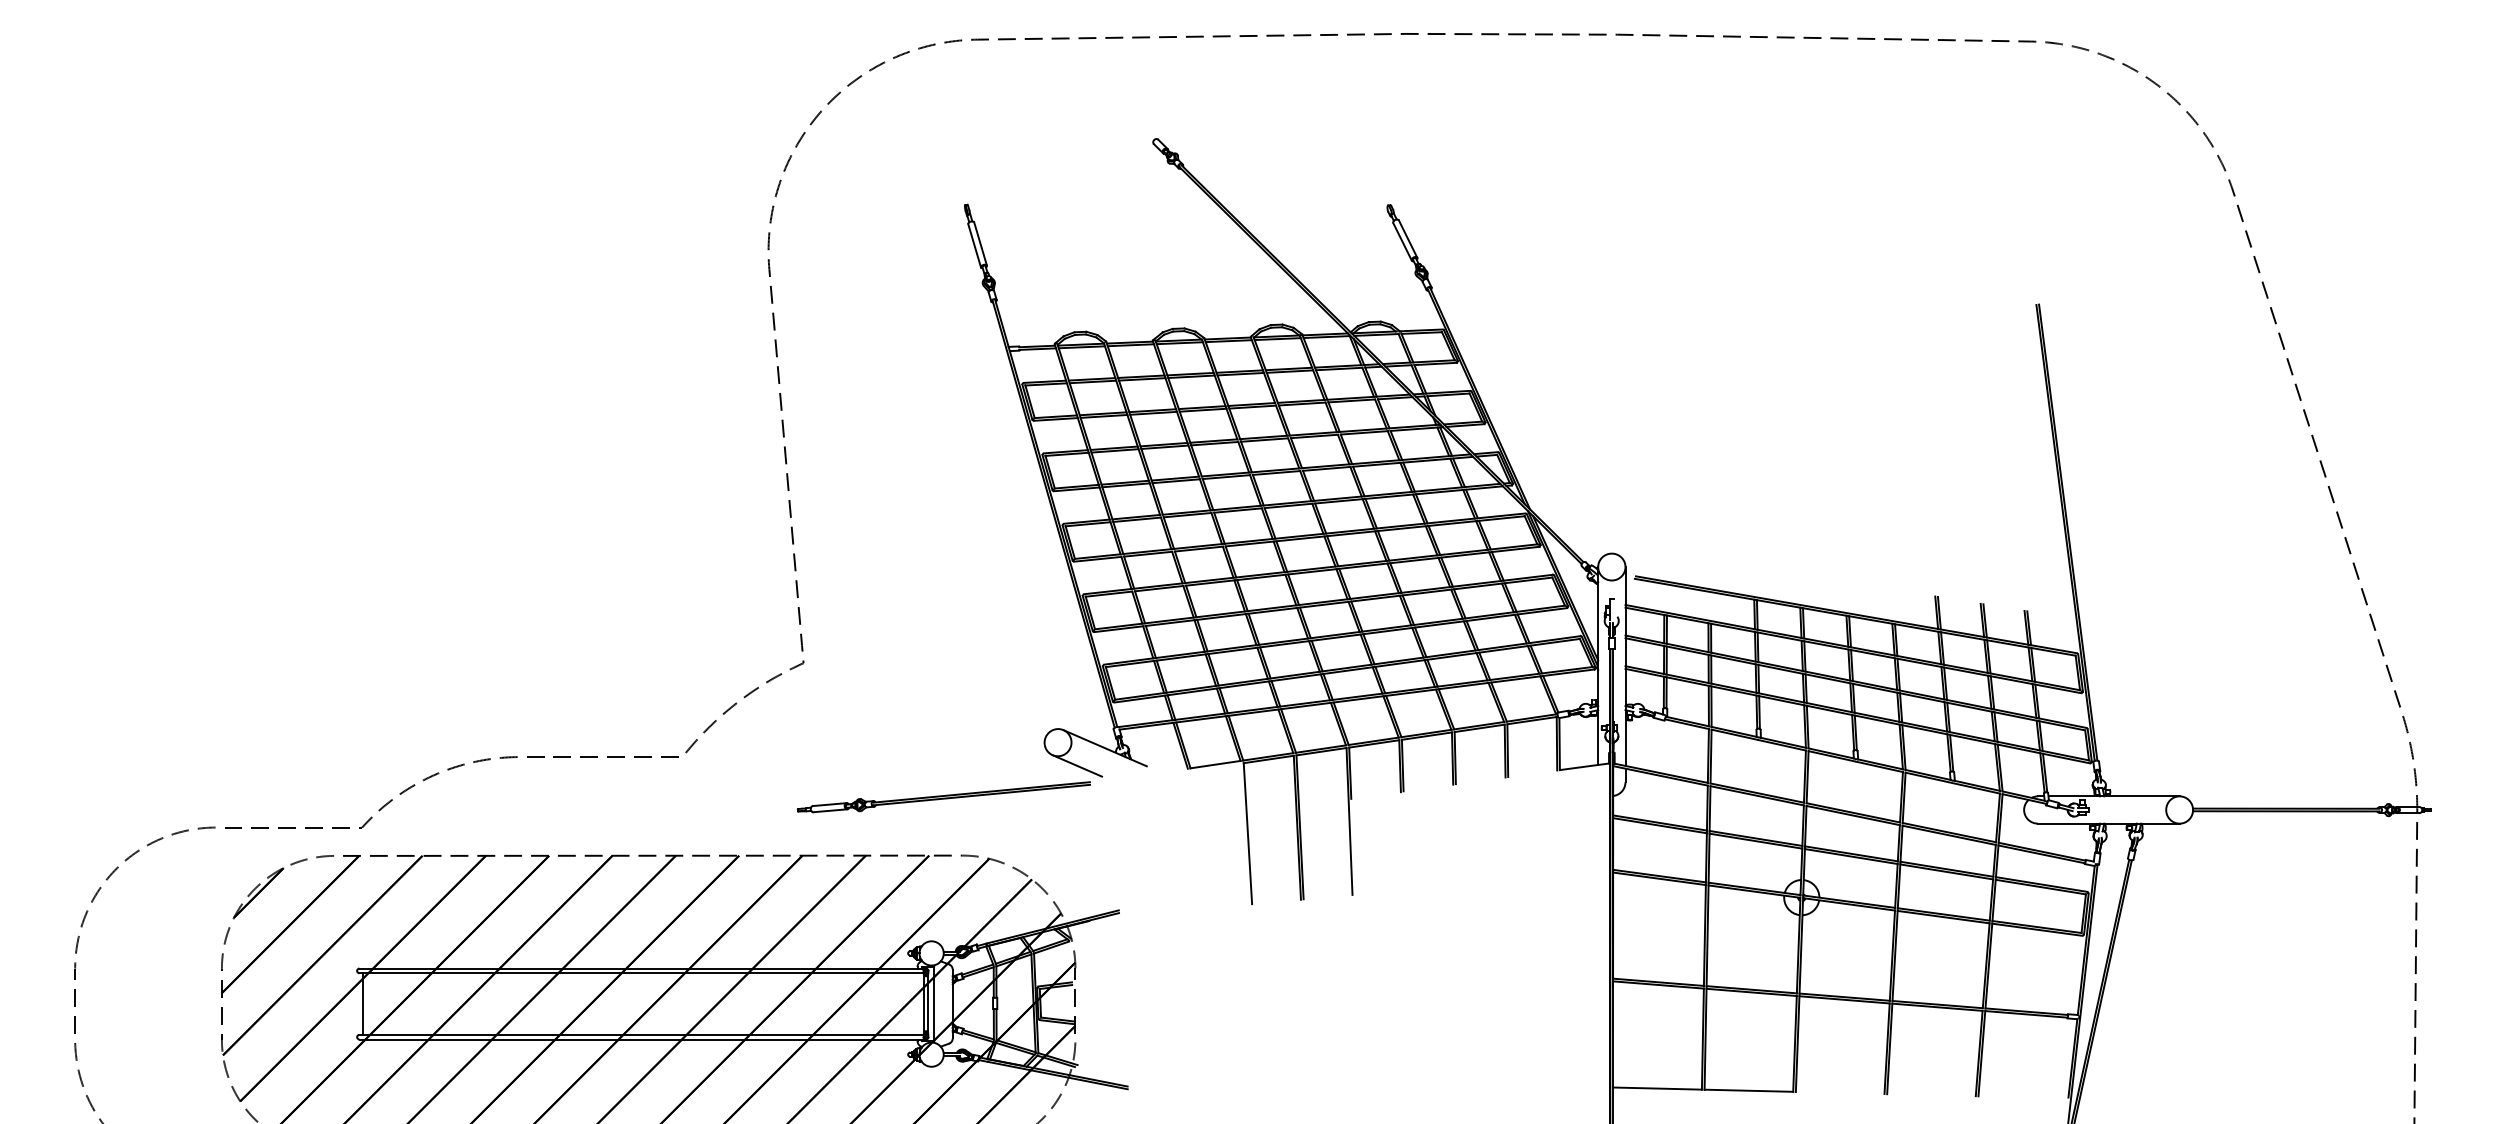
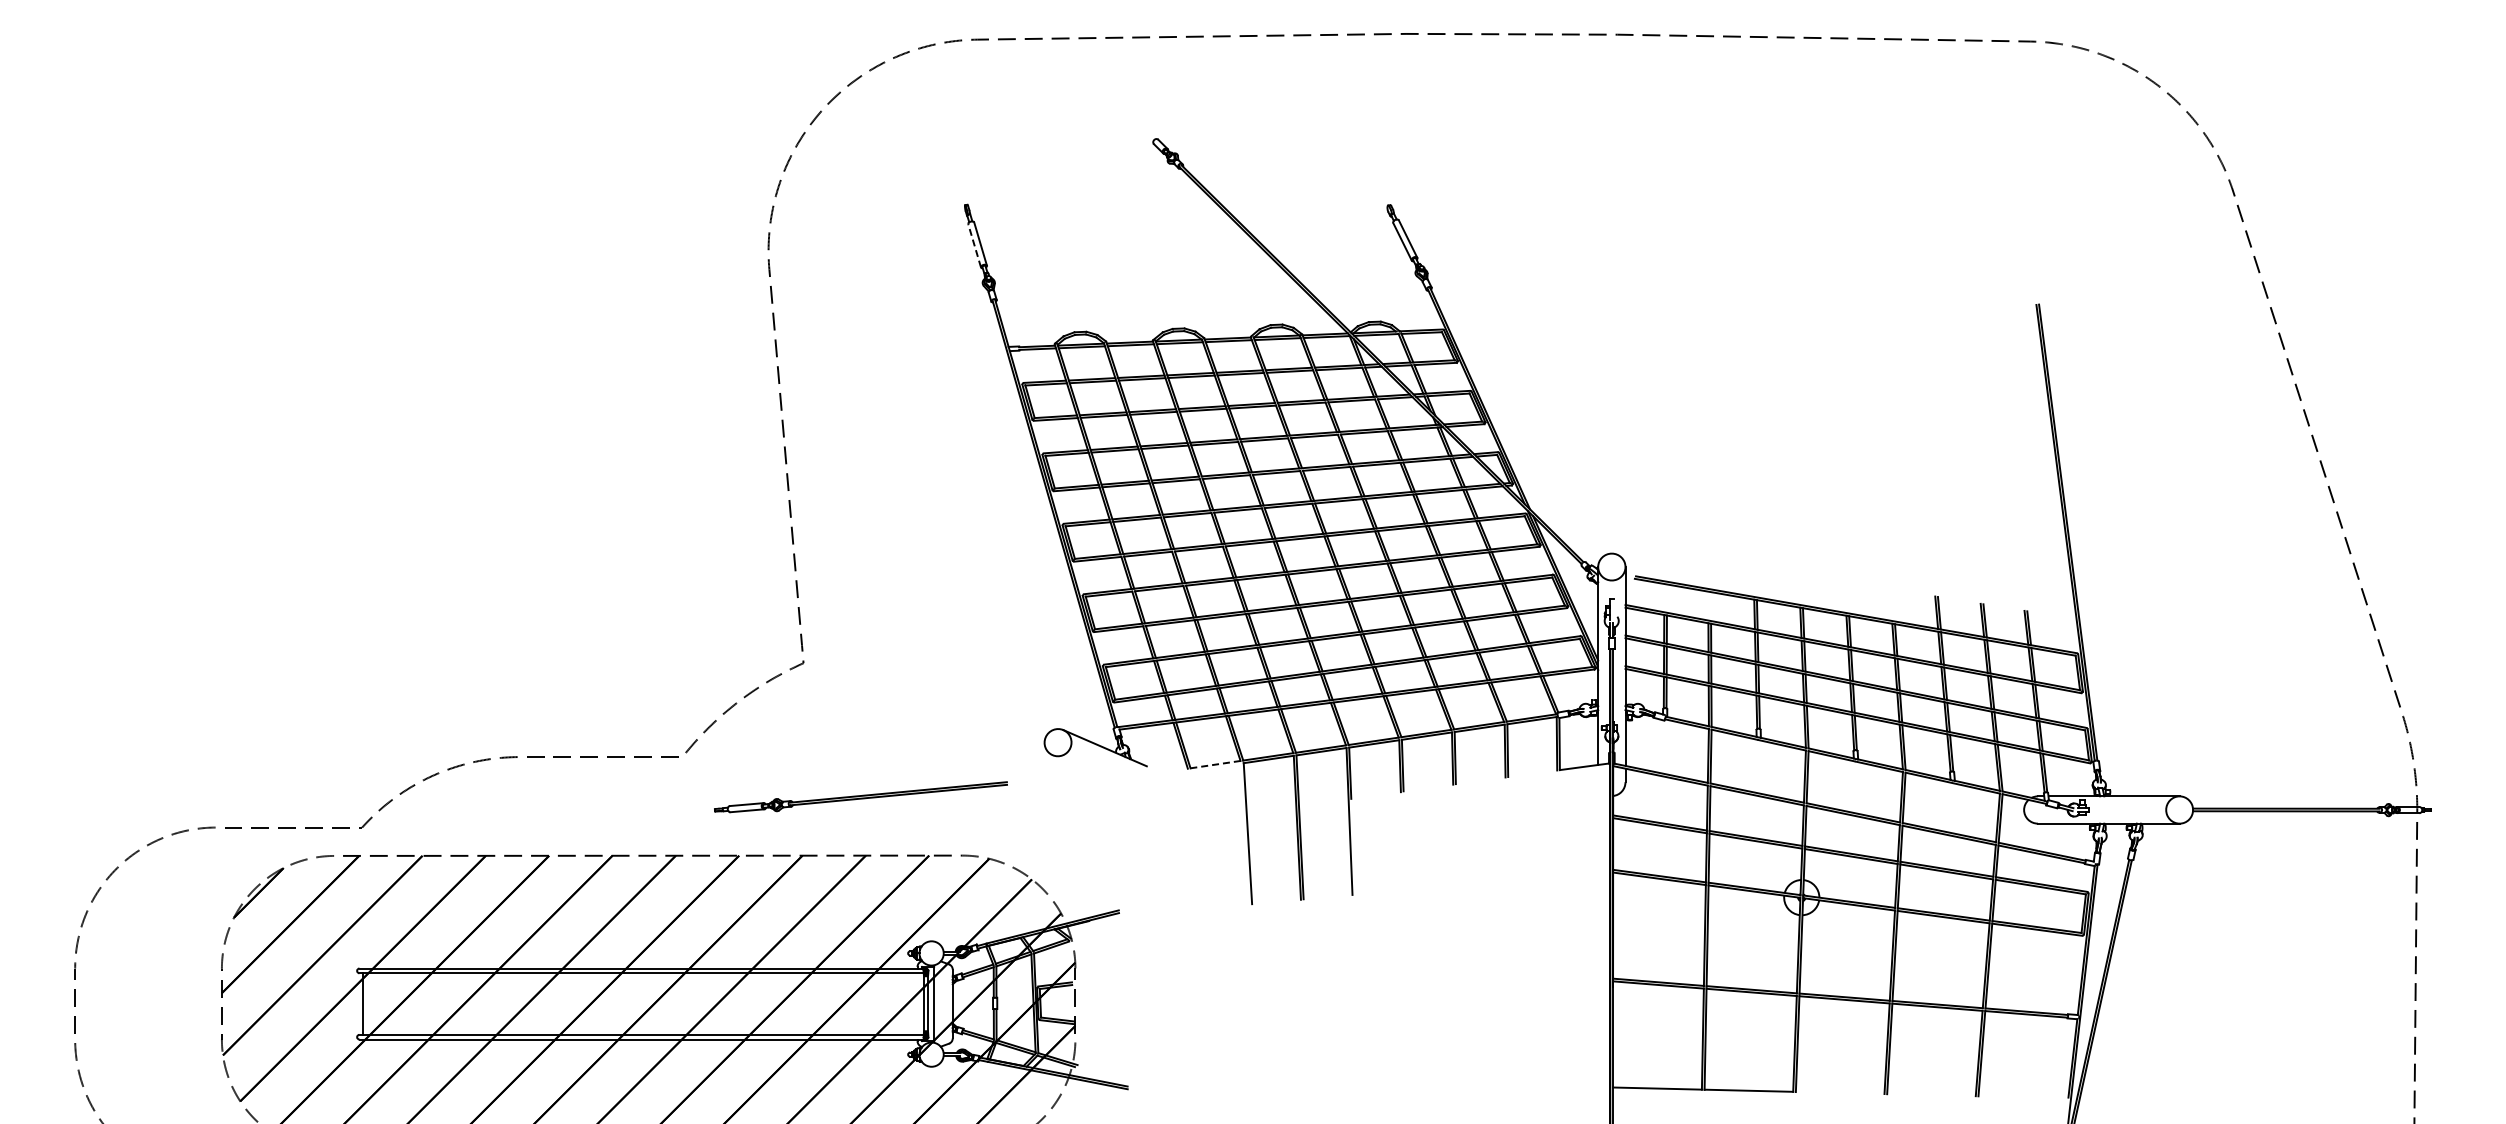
line at (974, 245): solid -> dashed
line at (1215, 764): solid -> dashed
line at (1076, 765): present -> none
part at (943, 797) position: (943, 797) -> (860, 797)
